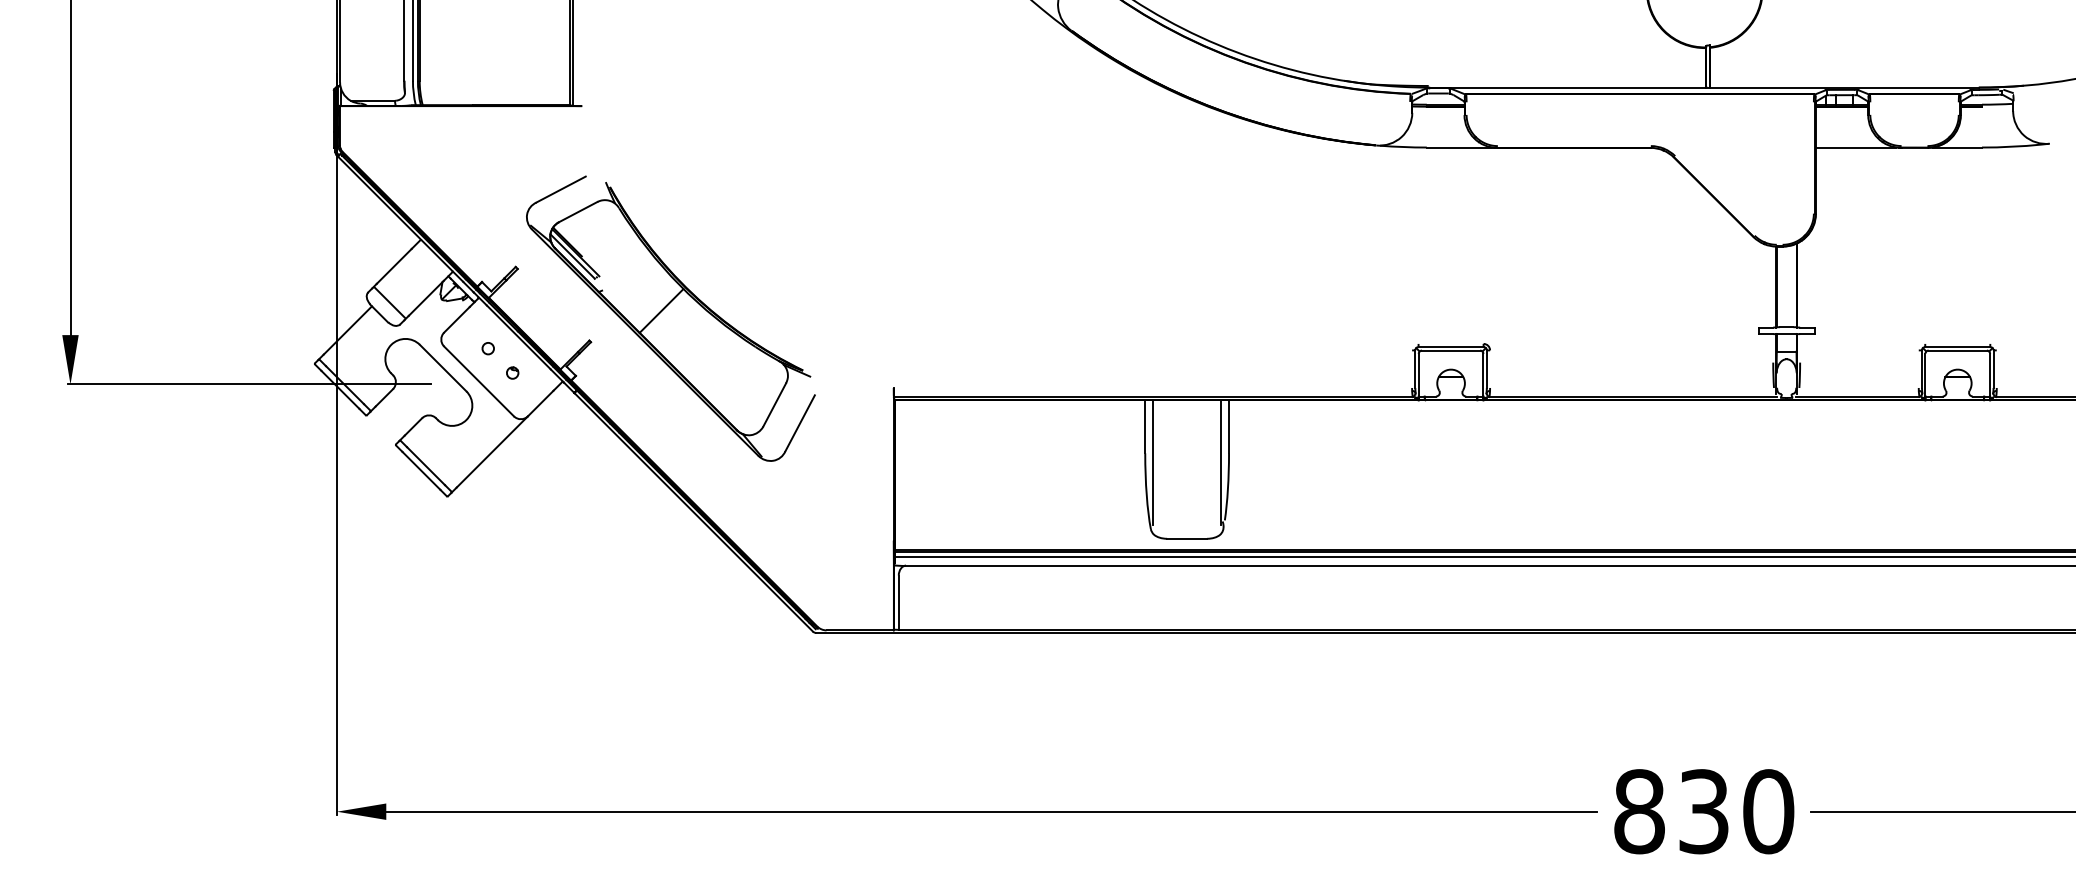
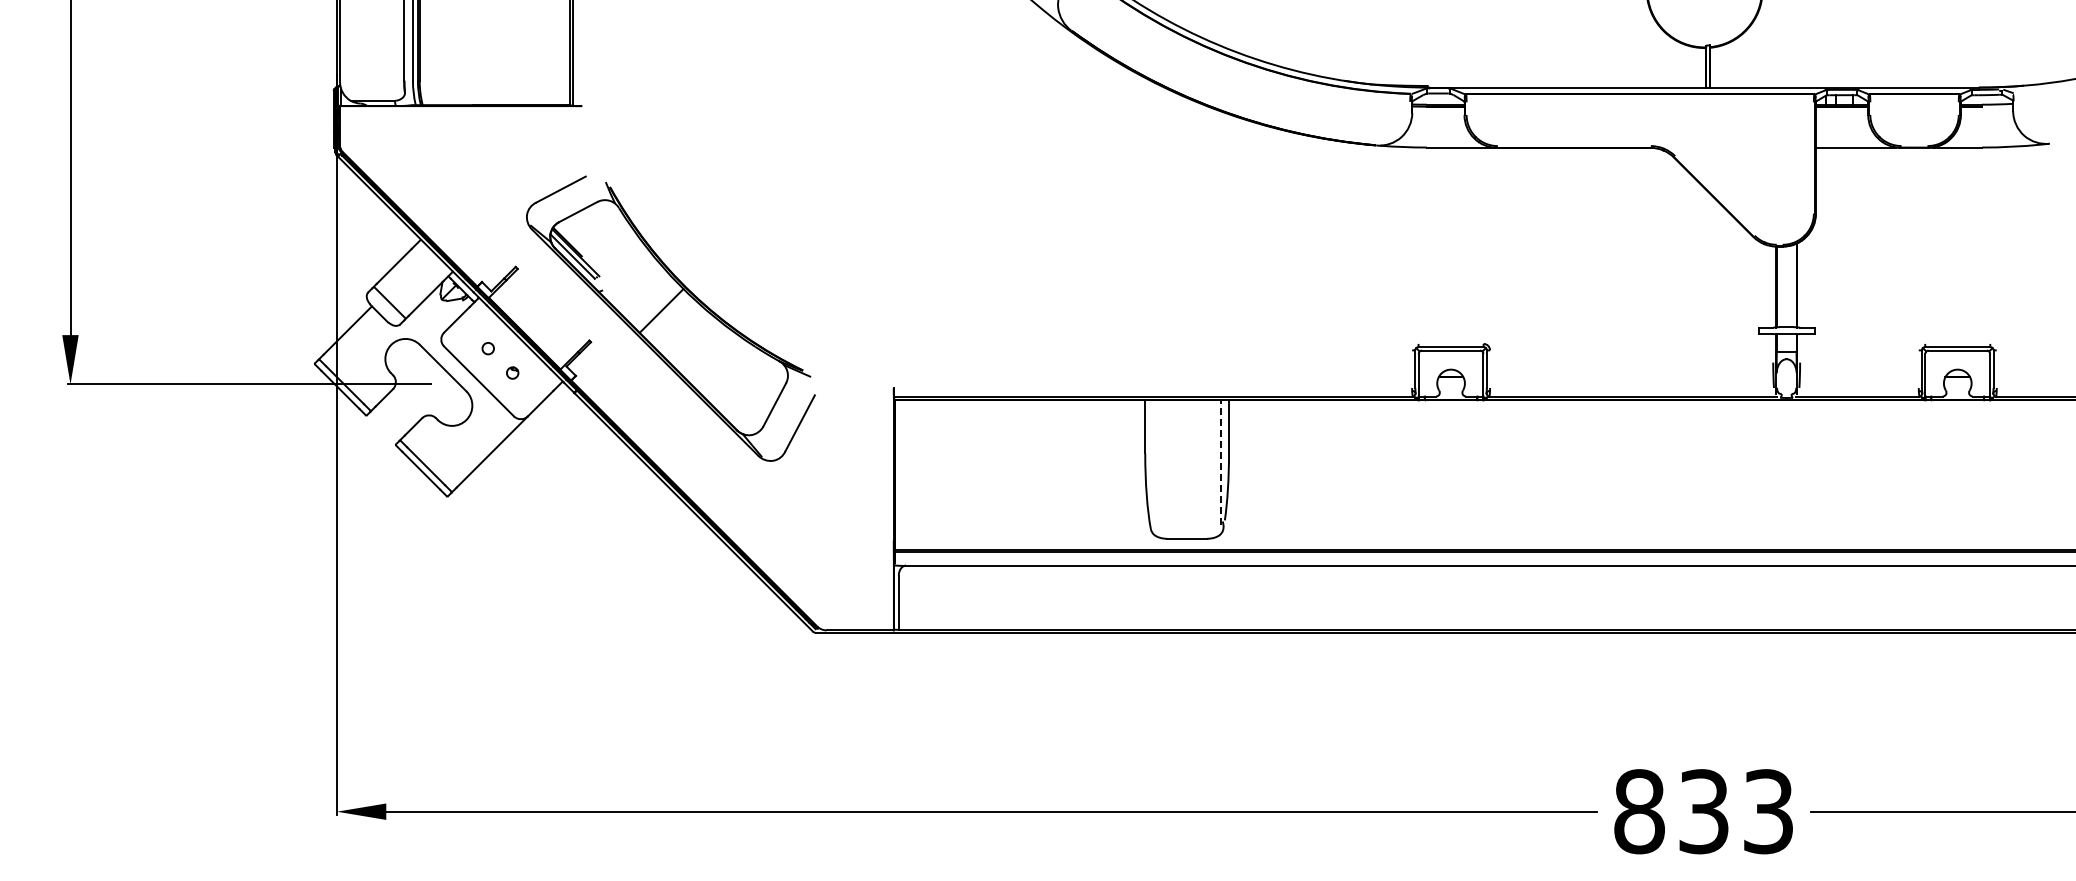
line at (1153, 462): present -> none
line at (1221, 462): solid -> dashed
line at (1483, 556): present -> none
text at (1768, 811): 830 -> 833
